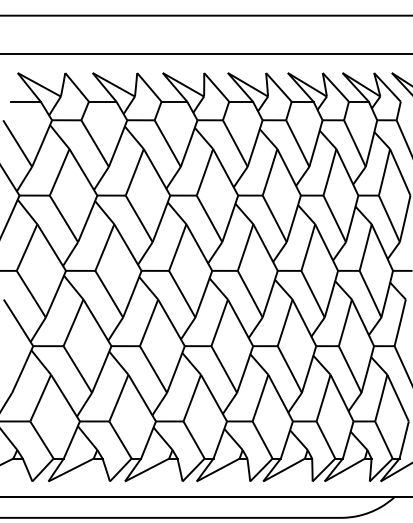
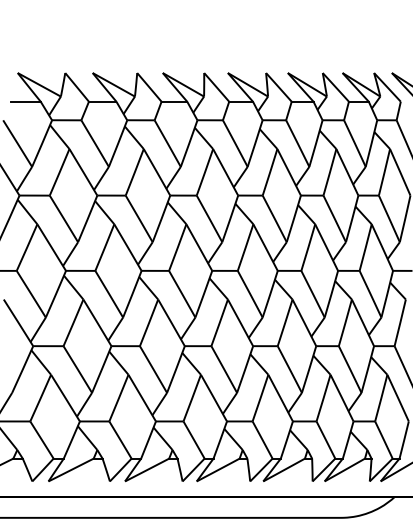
line at (205, 15): present -> none
line at (205, 53): present -> none
